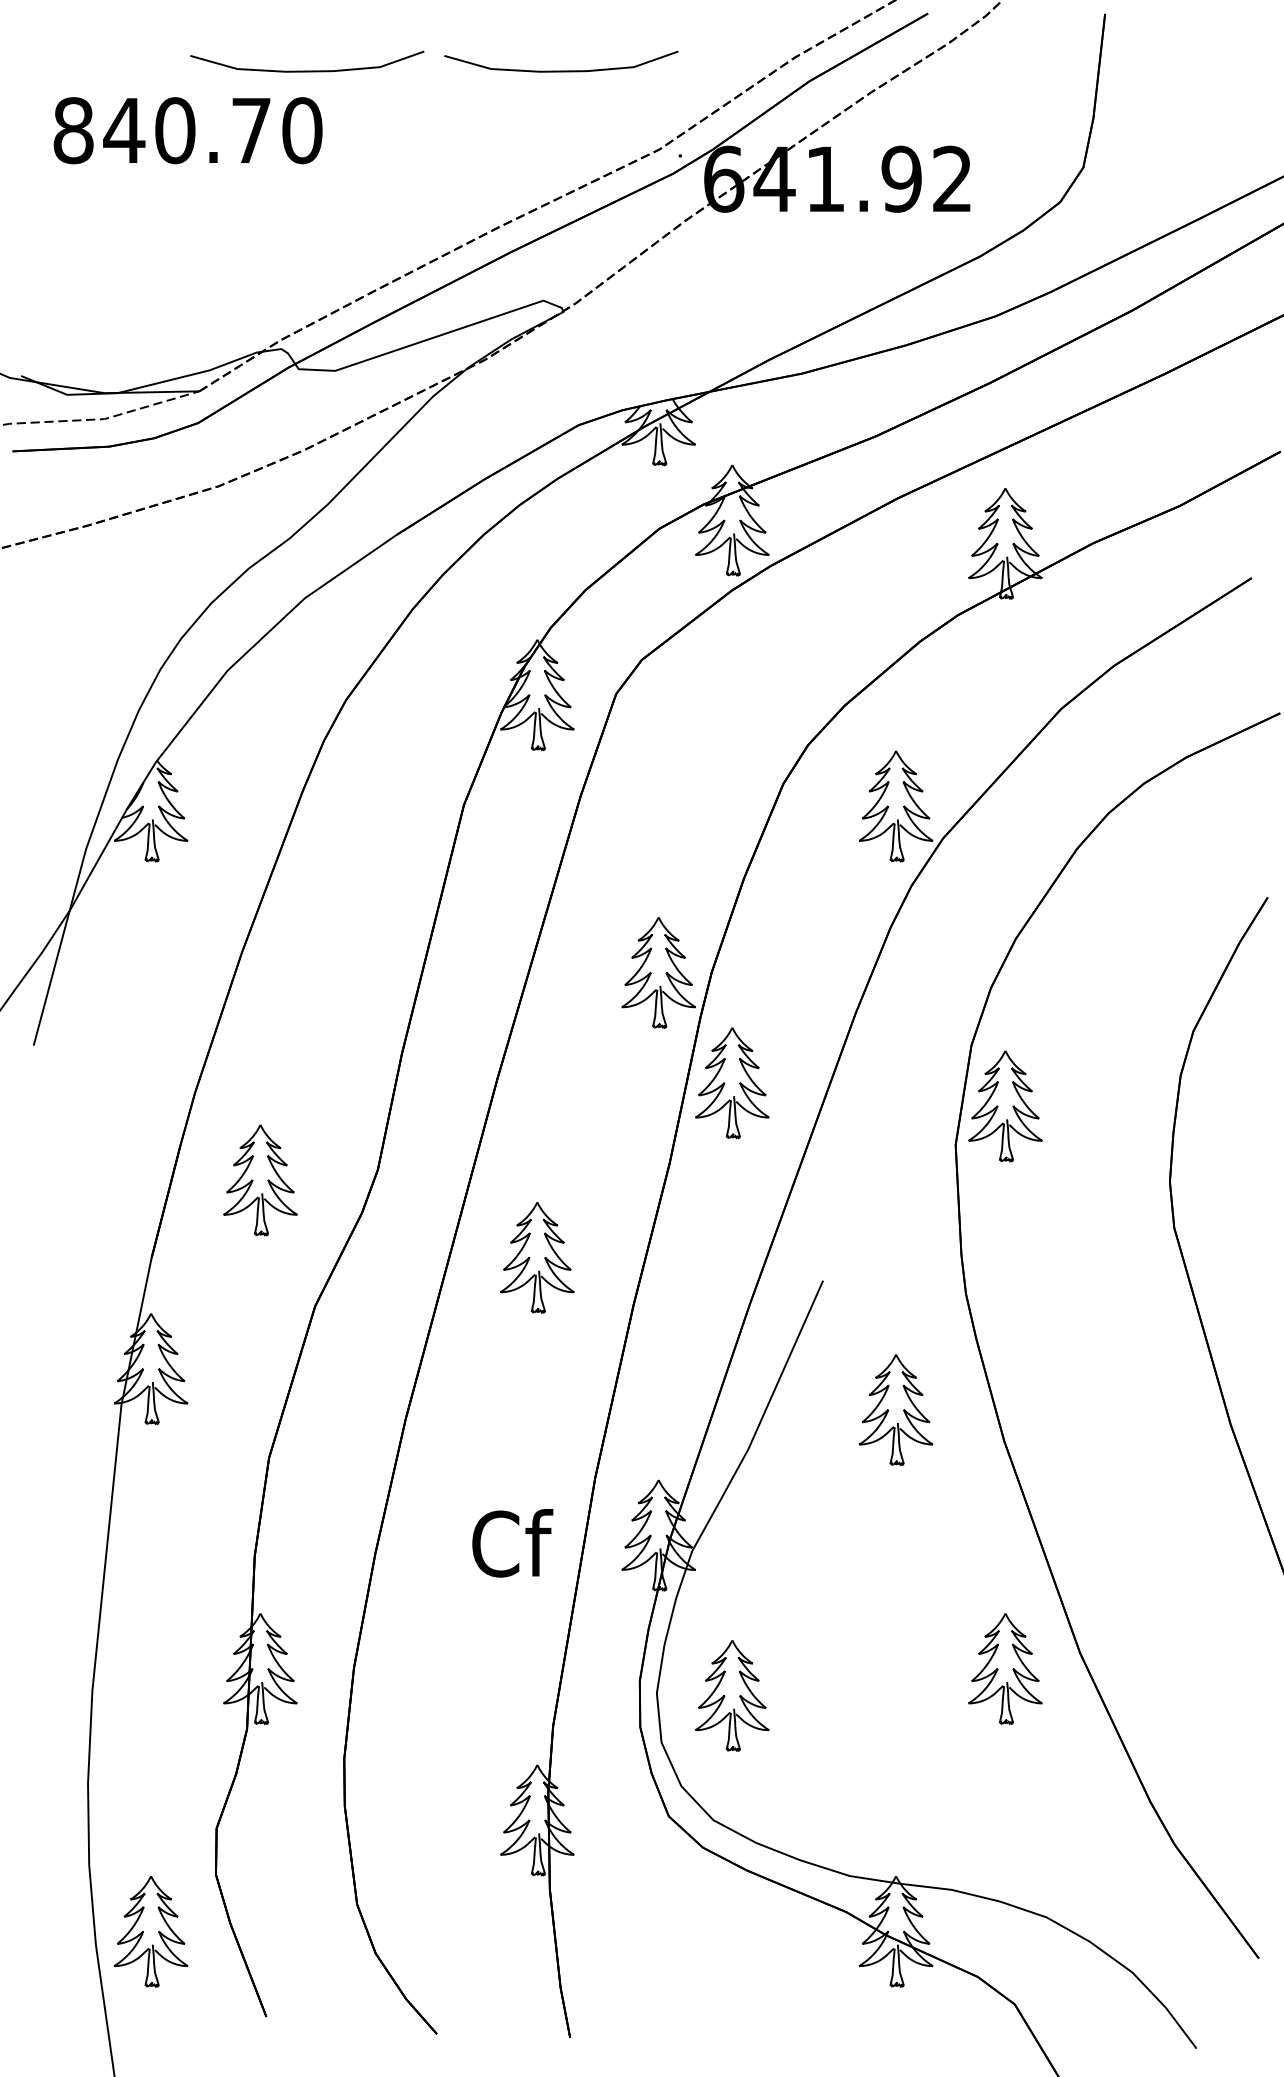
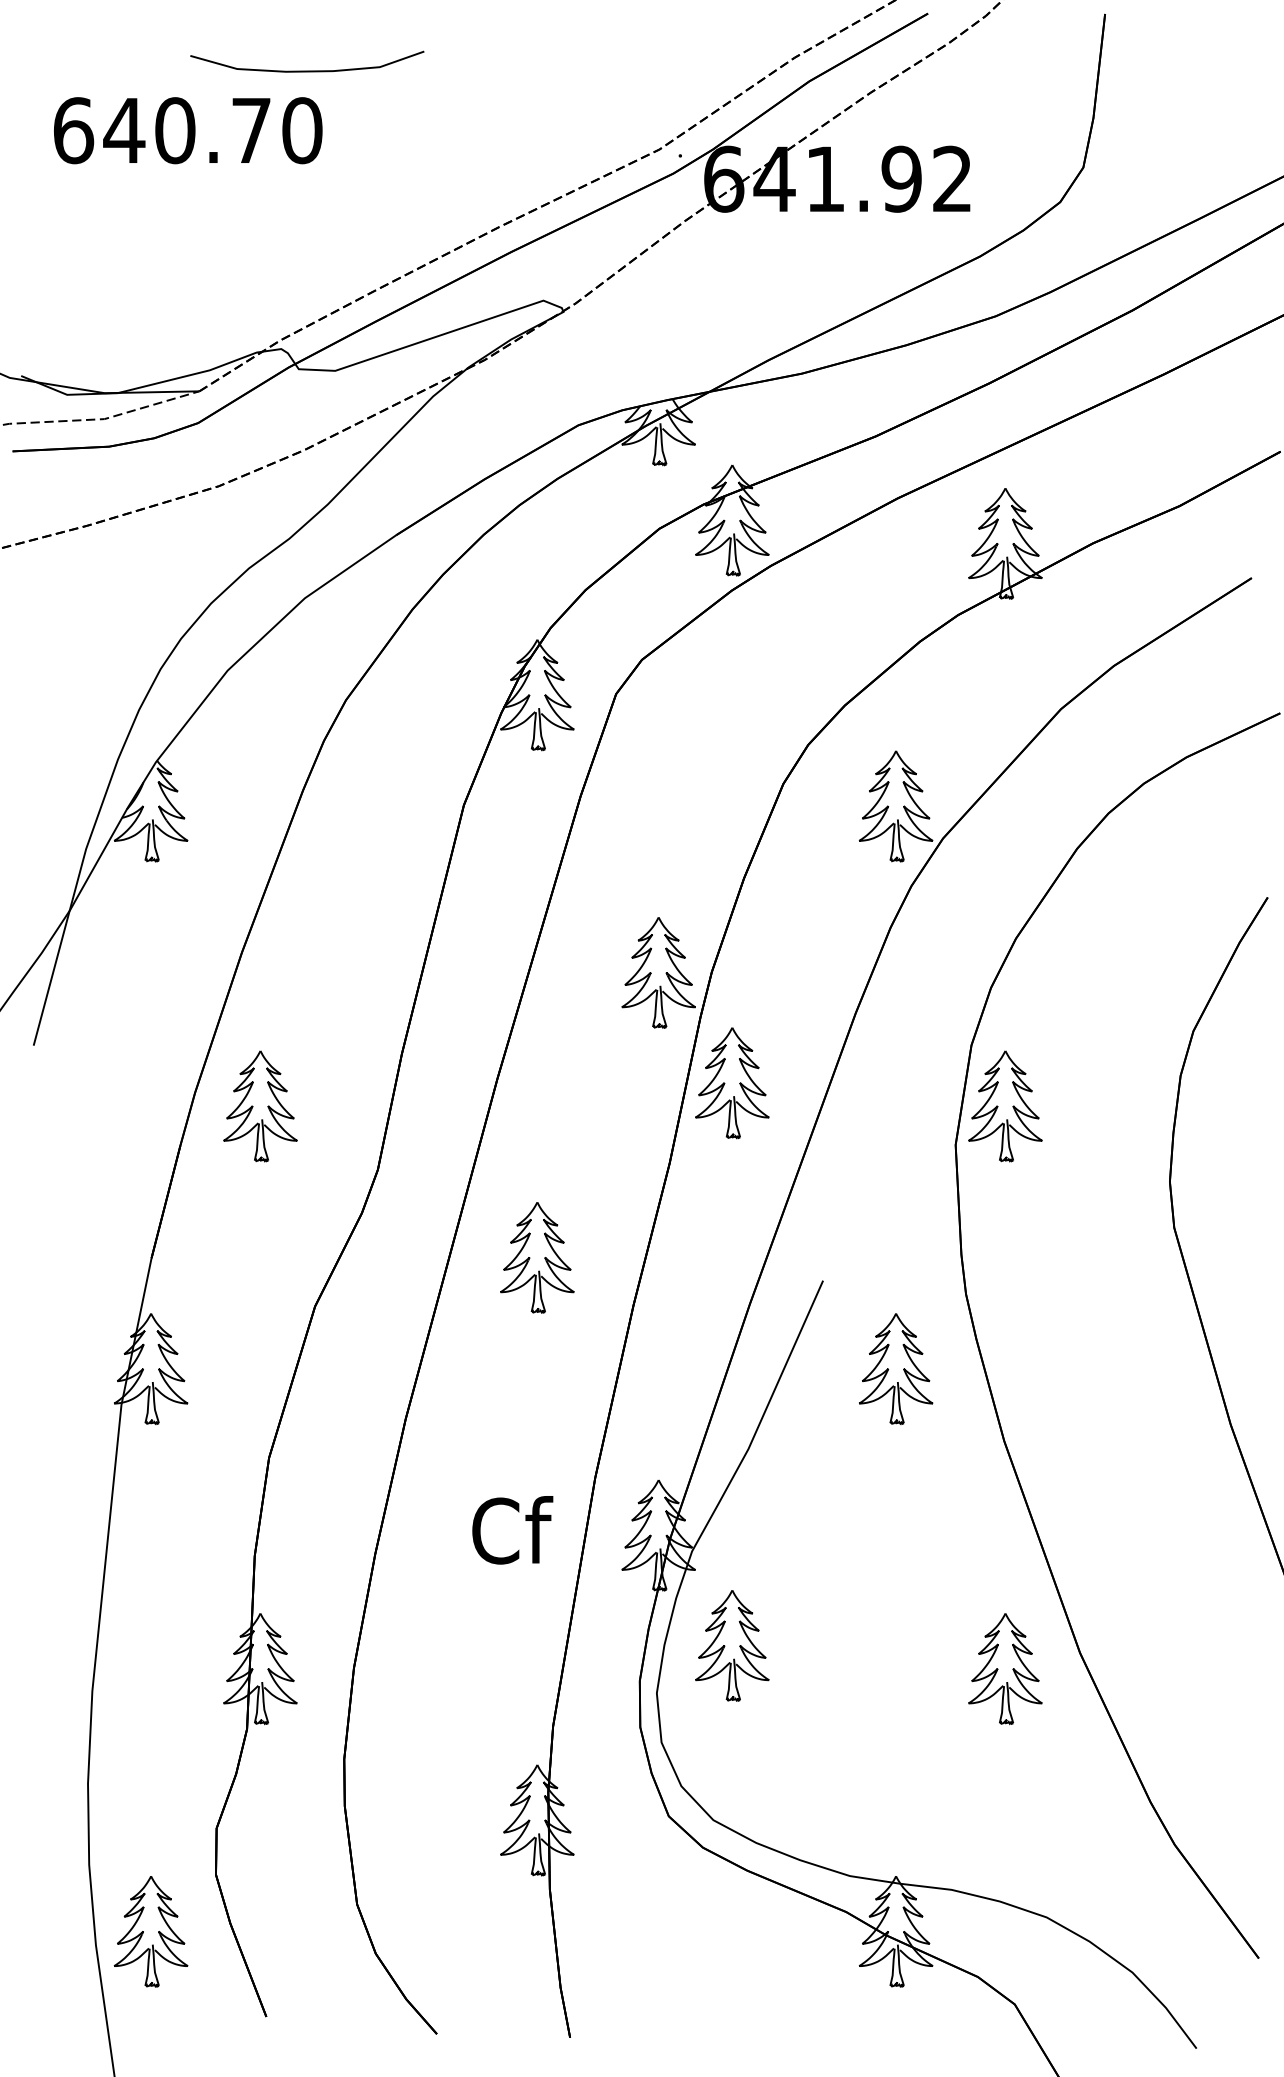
curve at (561, 70): present -> none
text at (73, 130): 840.70 -> 640.70
part at (260, 1180) position: (260, 1180) -> (260, 1106)
part at (896, 1409) position: (896, 1409) -> (896, 1368)
text at (512, 1543) position: (512, 1543) -> (512, 1530)
part at (732, 1695) position: (732, 1695) -> (732, 1645)
